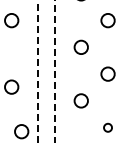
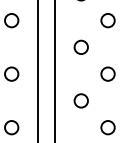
line at (38, 71): dashed -> solid
line at (54, 71): dashed -> solid
circle at (11, 86) position: (11, 86) -> (11, 73)
circle at (107, 127) size: 10x11 px -> 16x16 px
circle at (21, 131) position: (21, 131) -> (11, 127)
